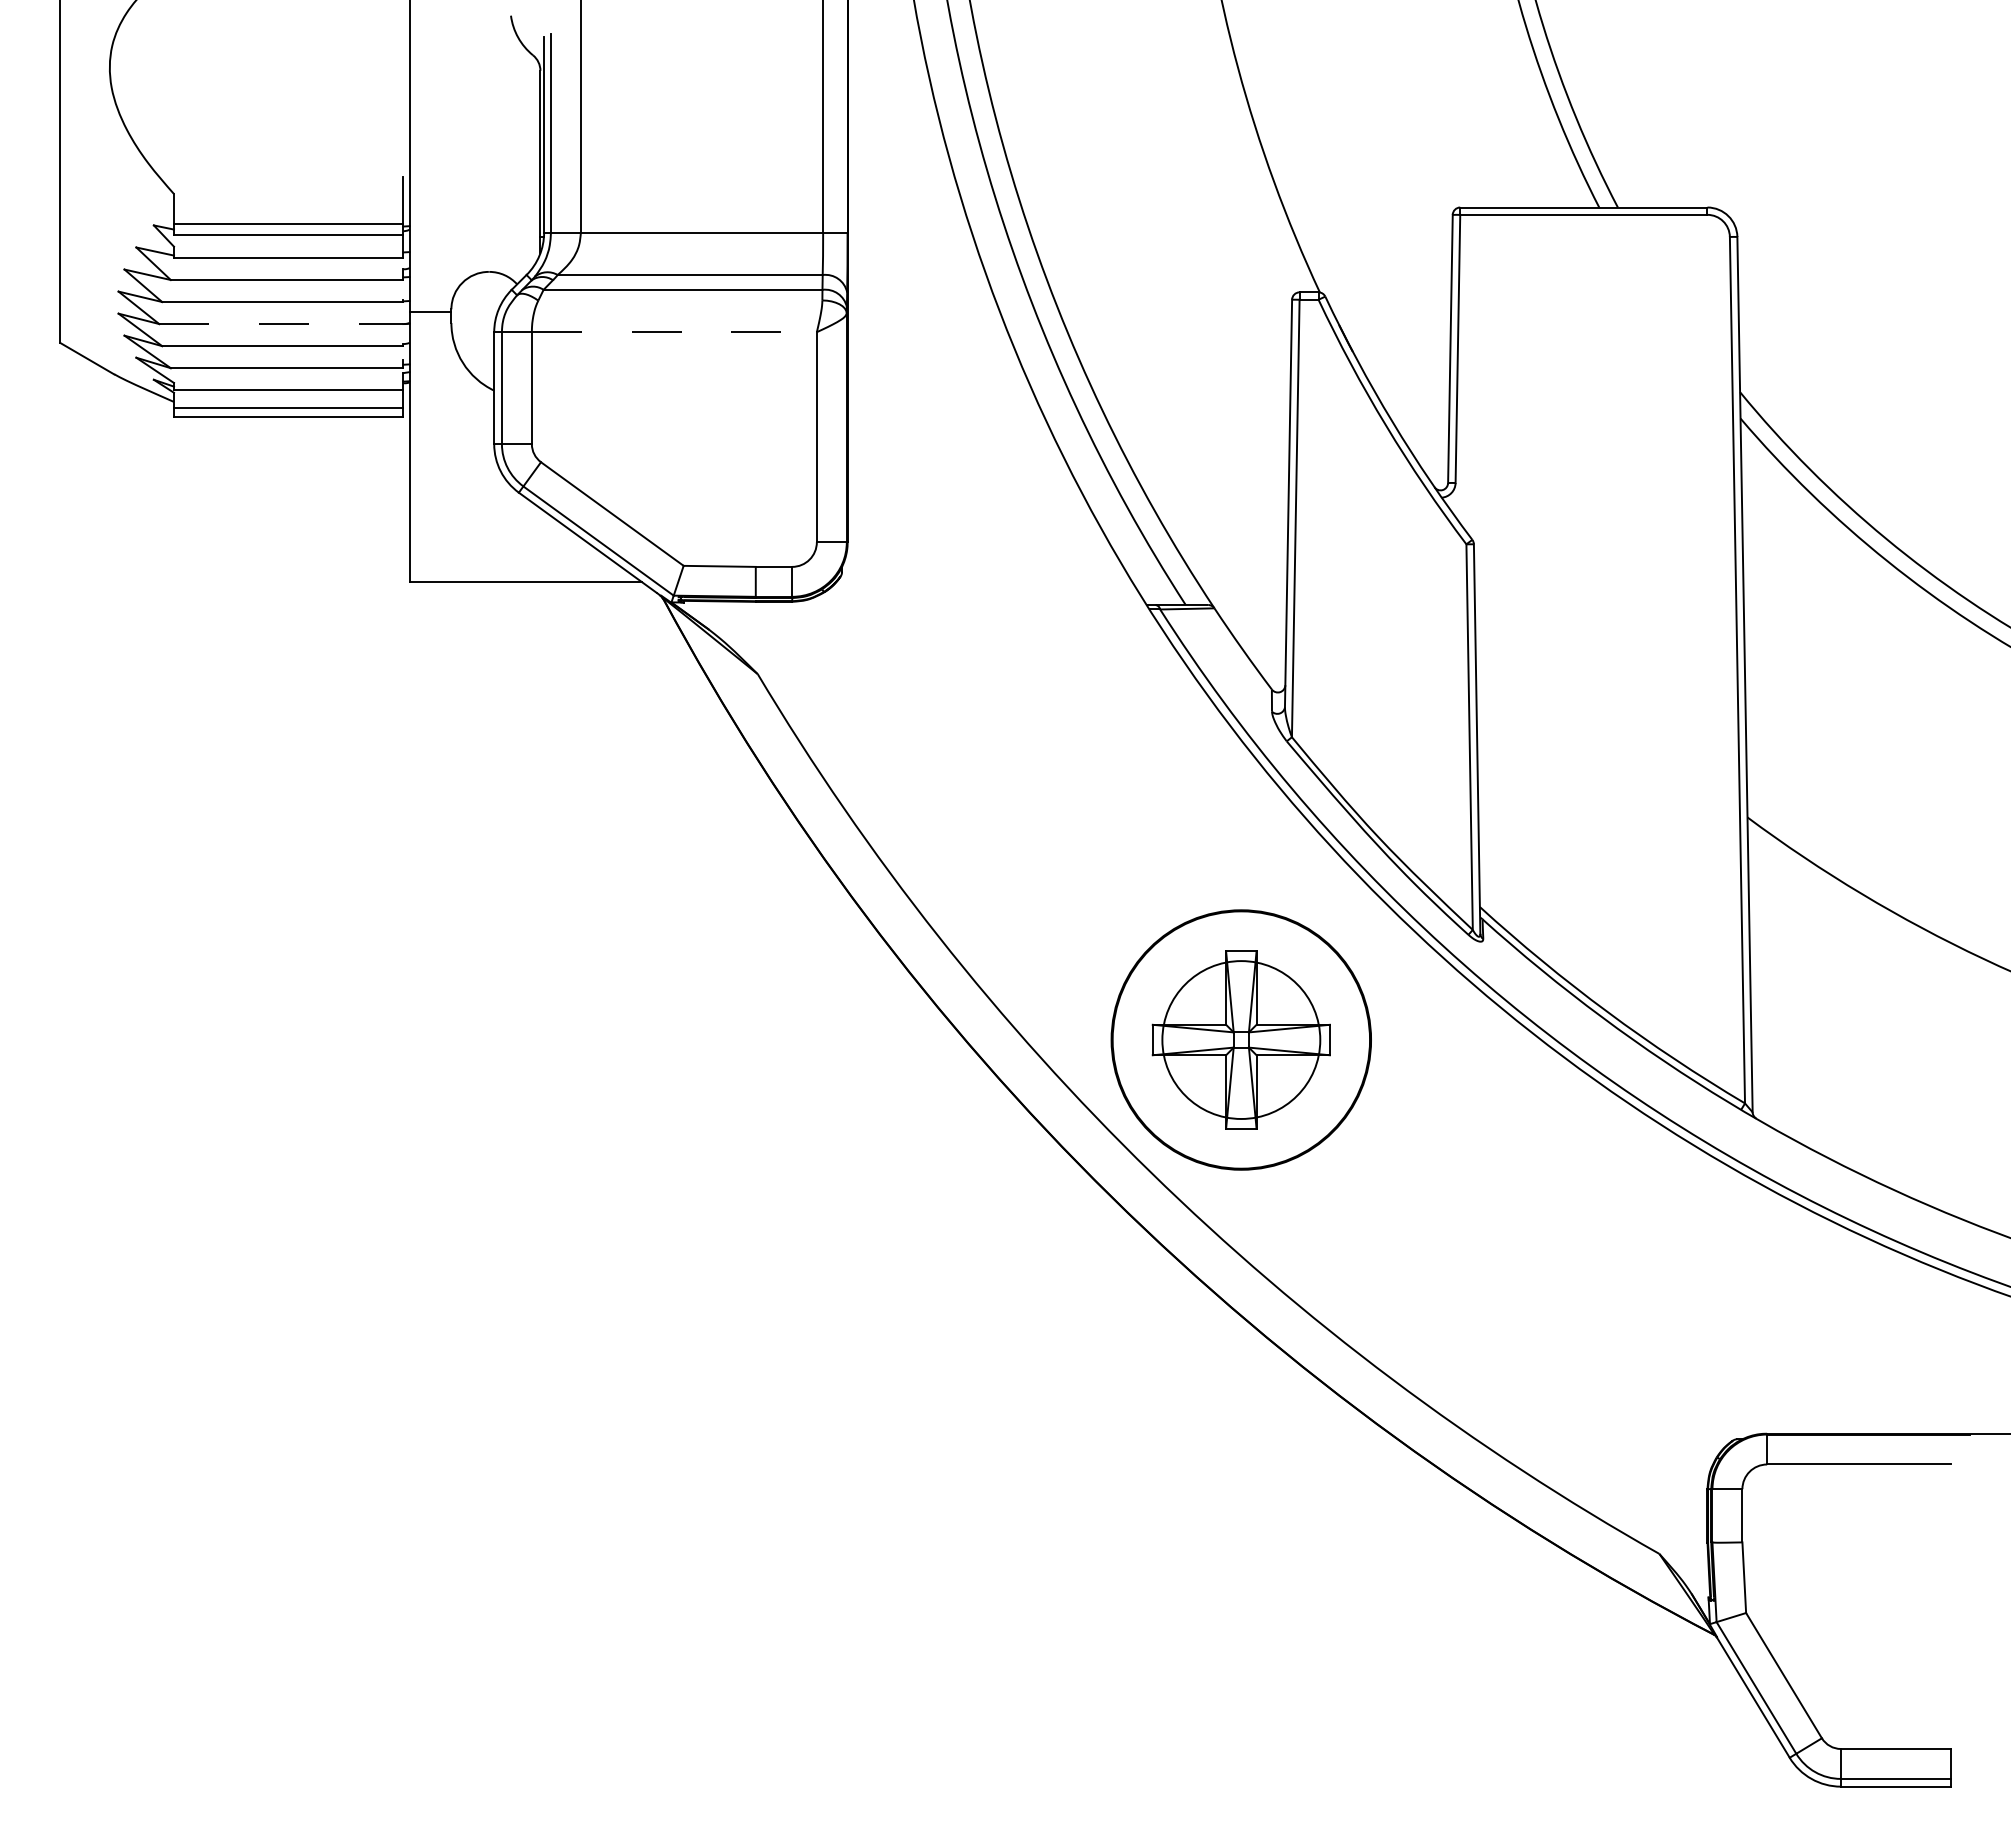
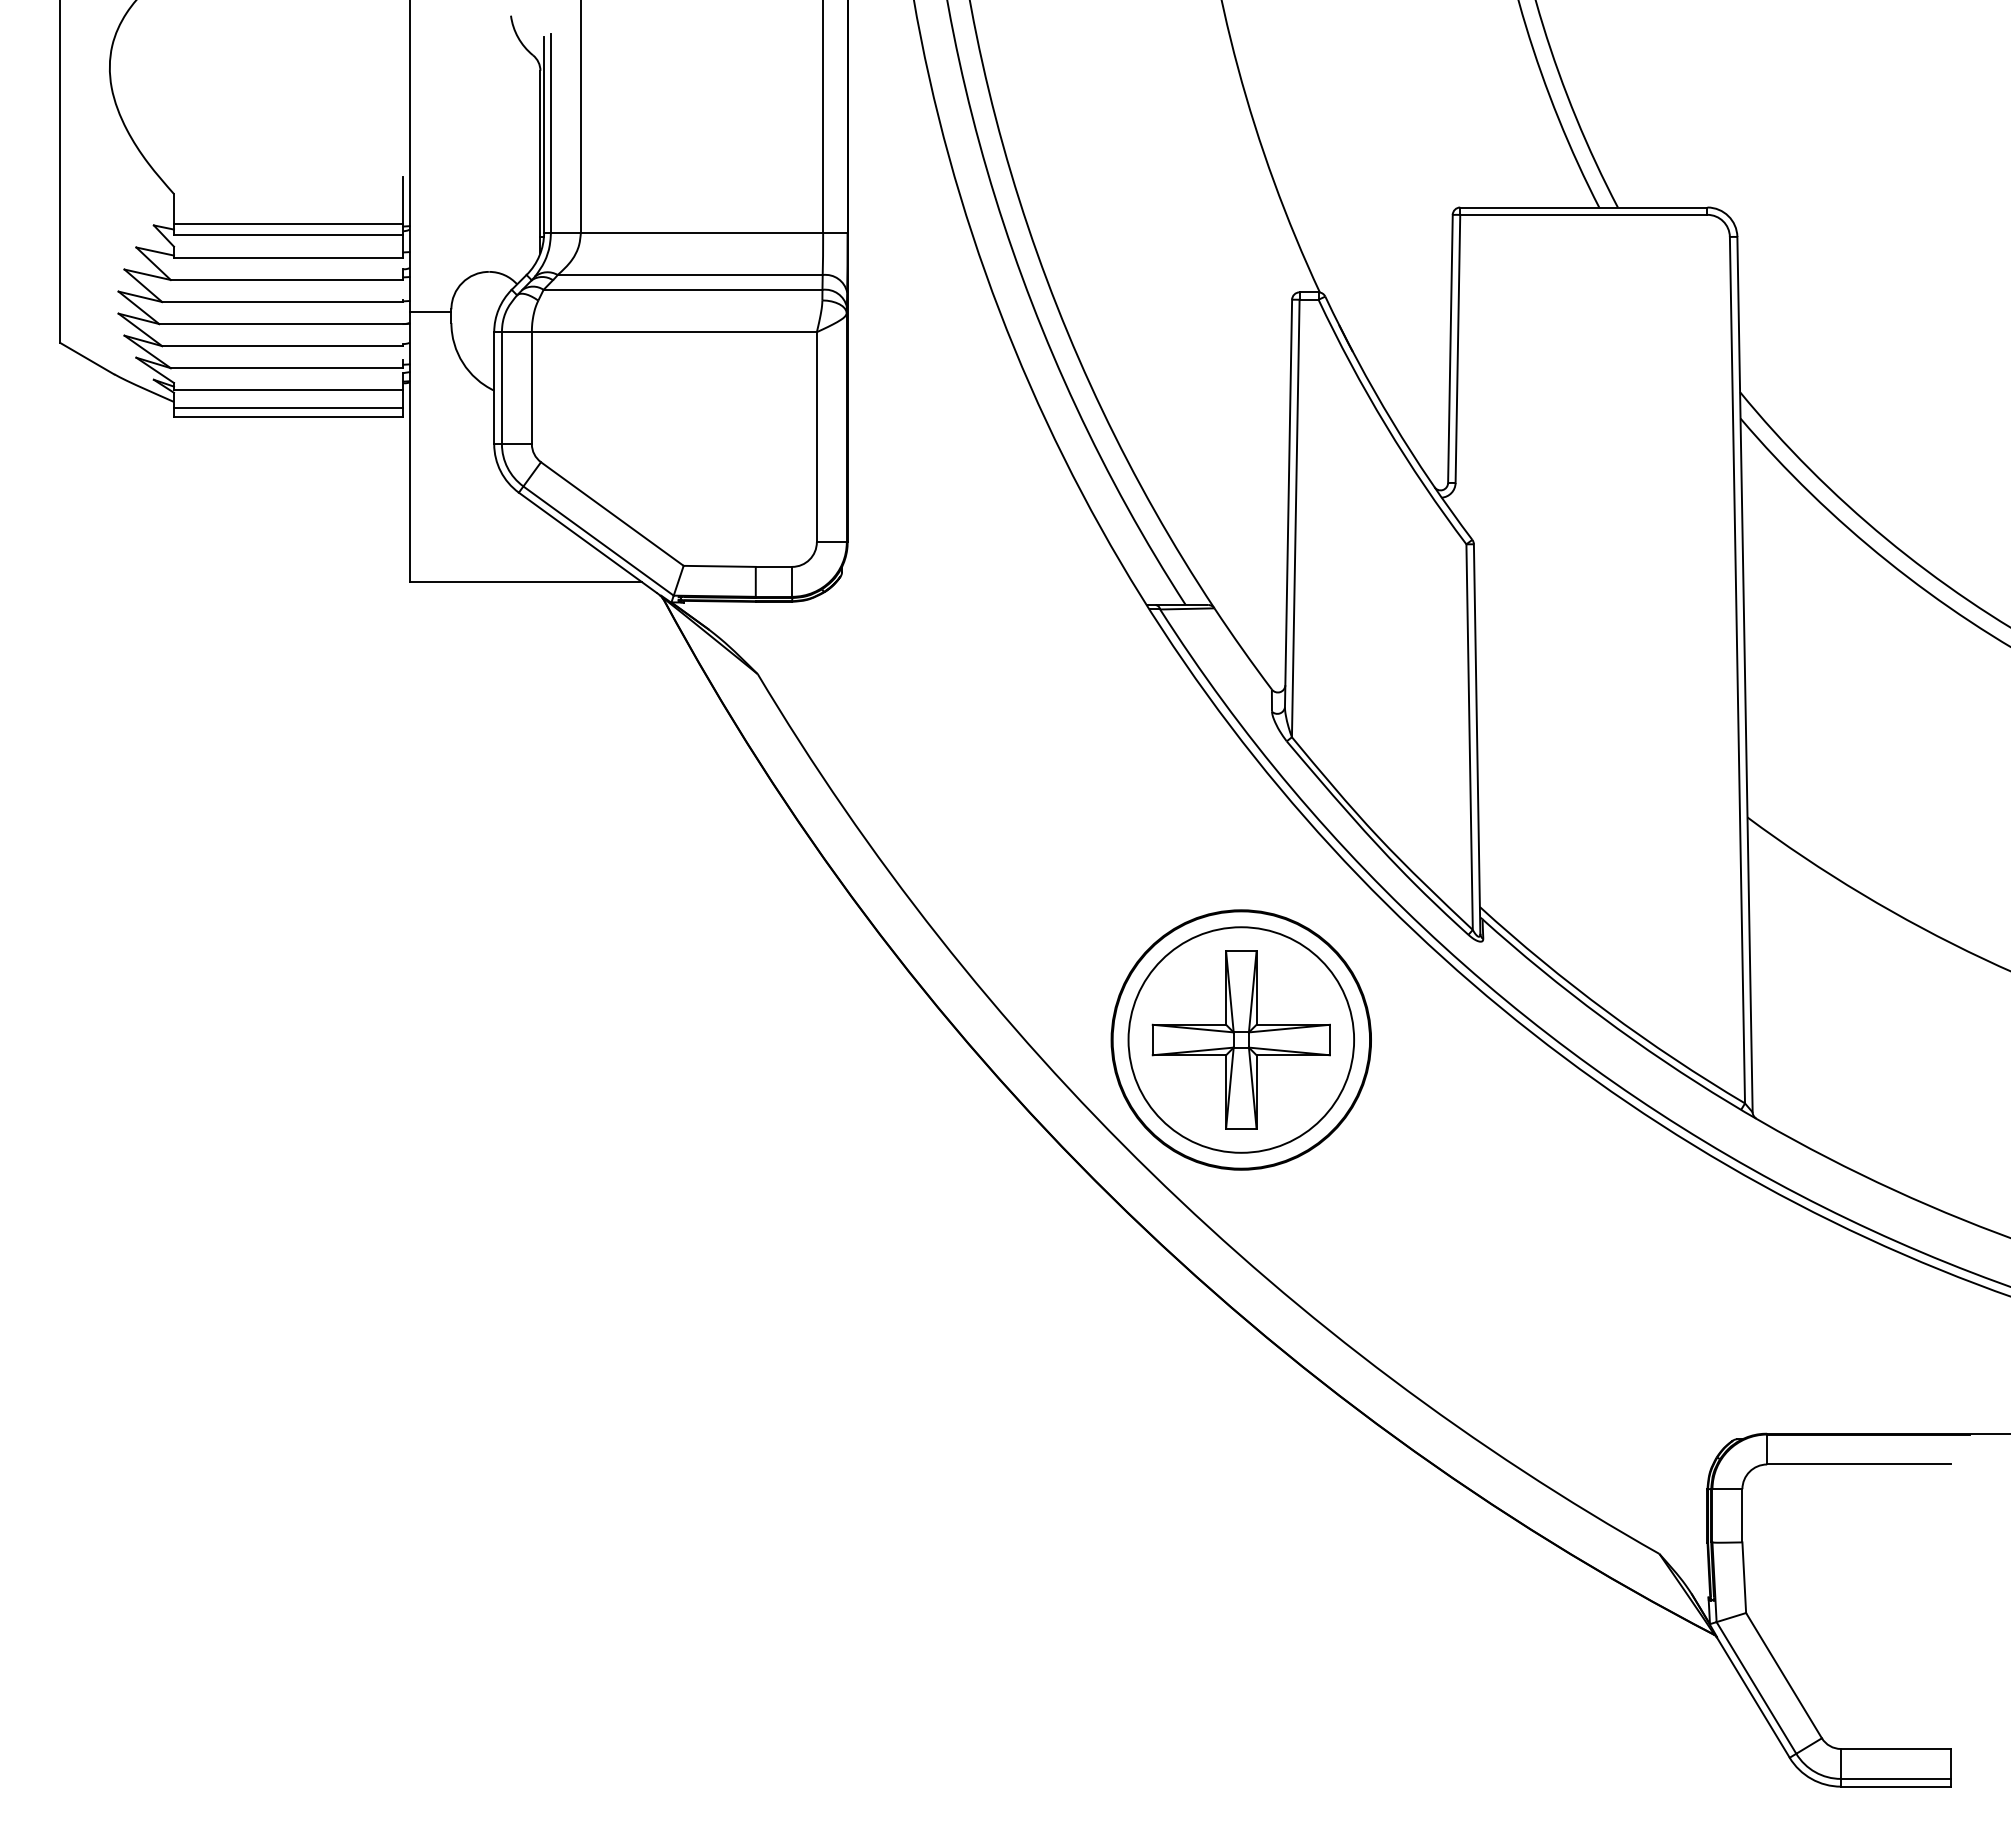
line at (281, 324): dashed -> solid
line at (674, 332): dashed -> solid
circle at (1241, 1039) diameter: 158 px -> 226 px
